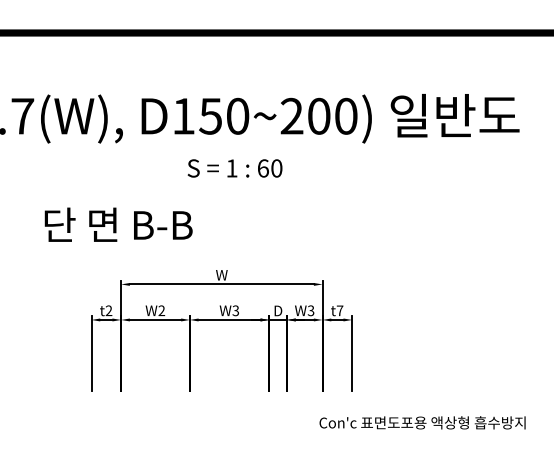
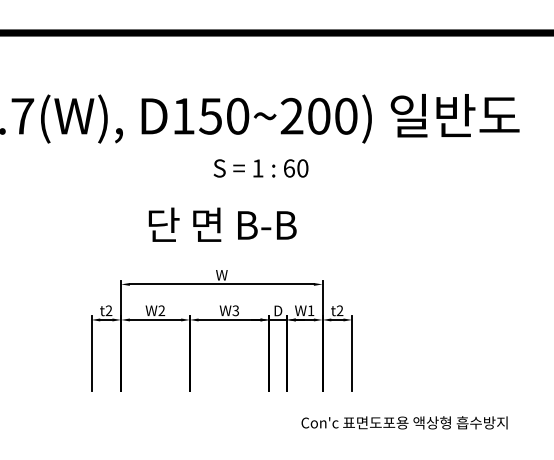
text at (234, 168) position: (234, 168) -> (260, 168)
text at (118, 224) position: (118, 224) -> (222, 224)
text at (310, 310): W3 -> W1
text at (339, 310): t7 -> t2
text at (422, 422) position: (422, 422) -> (404, 422)
